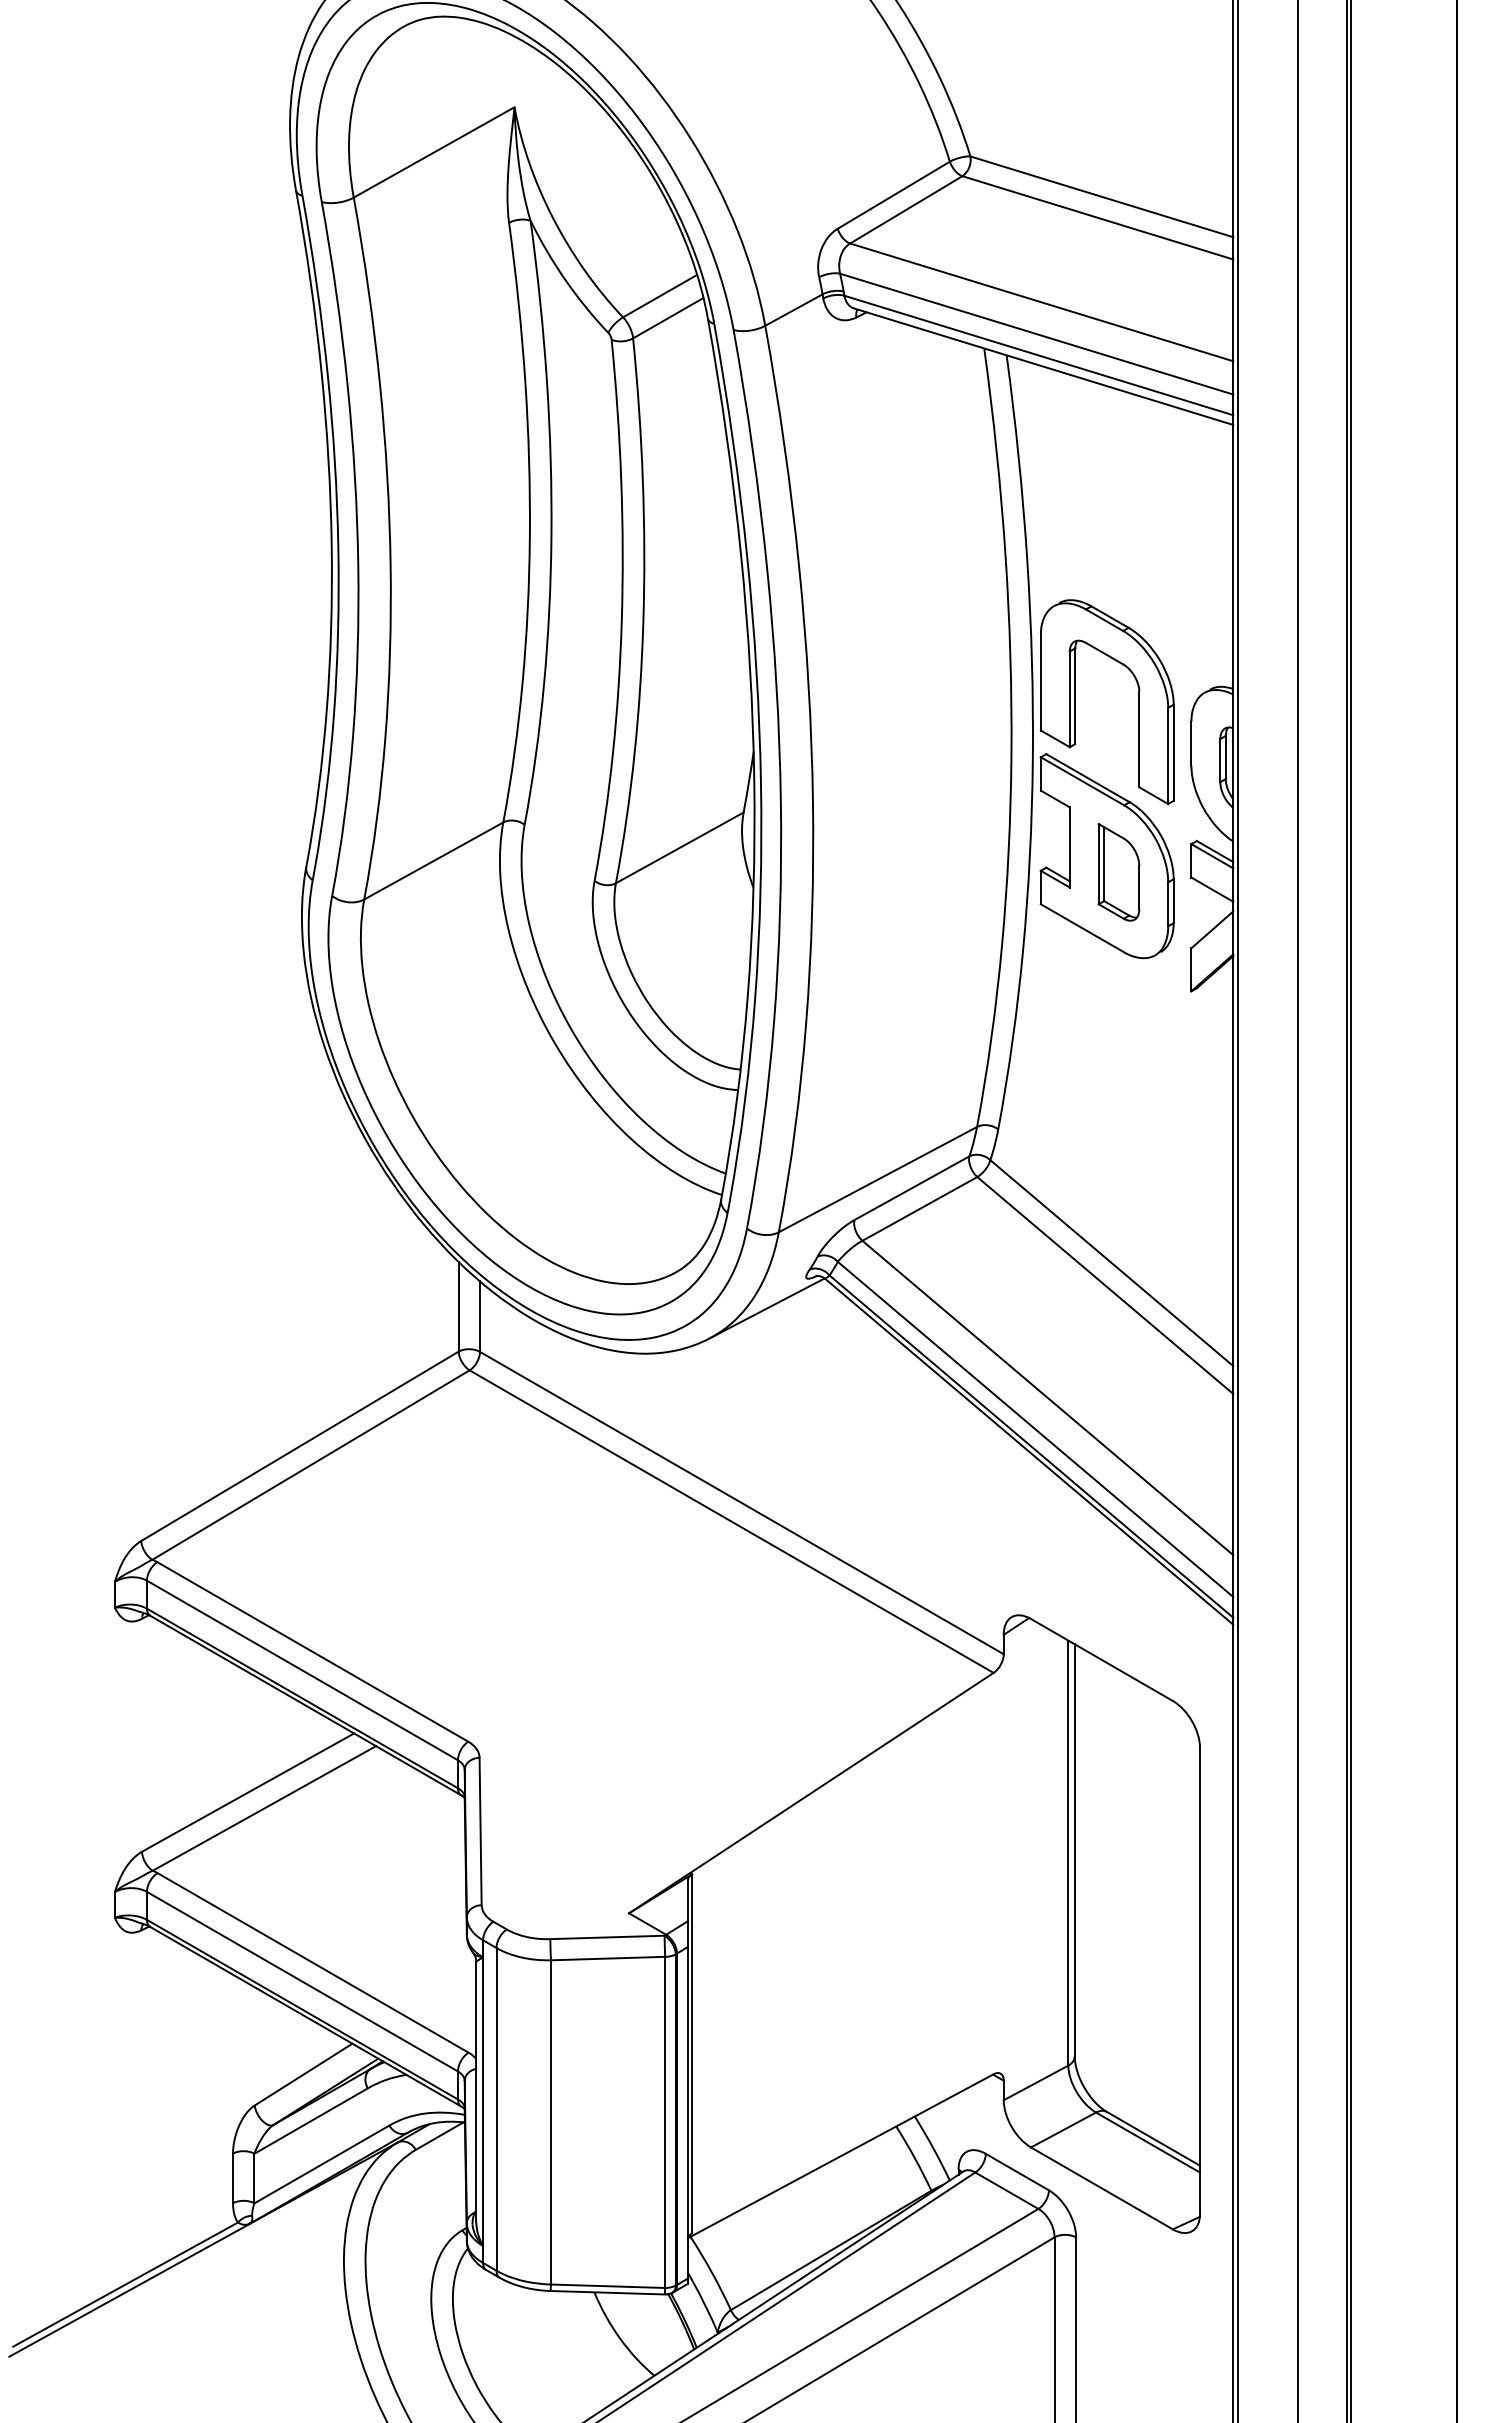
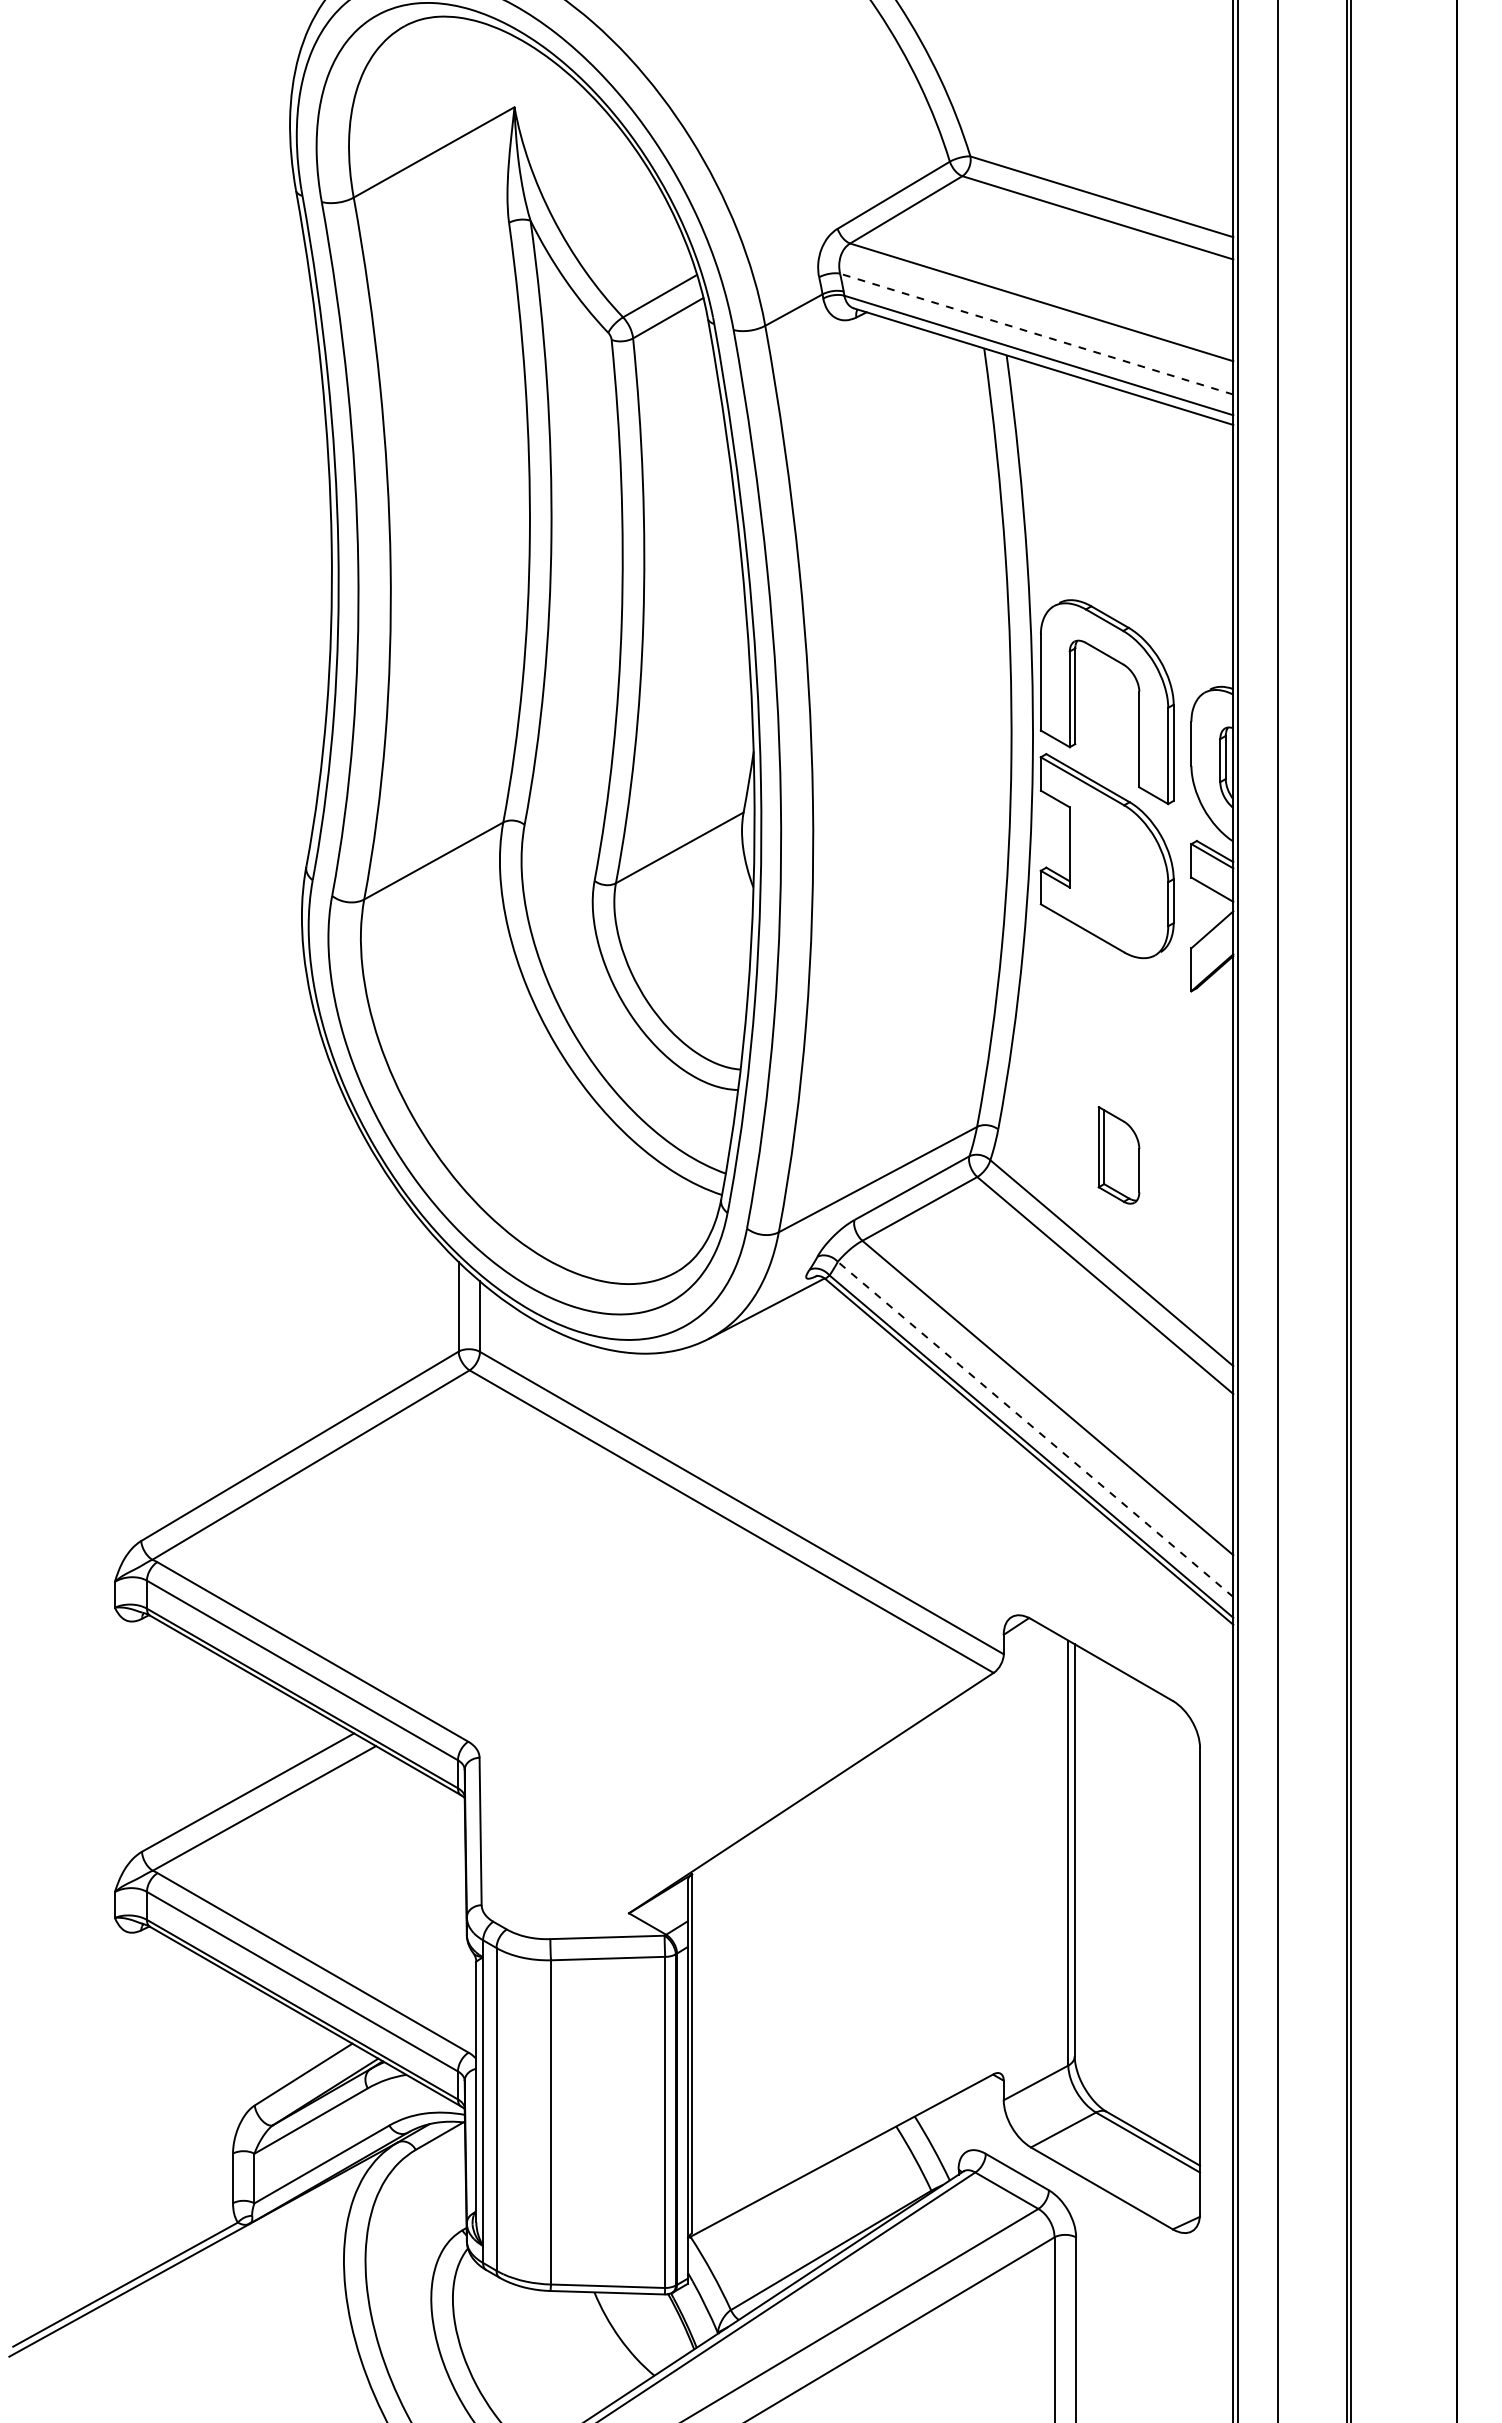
line at (1036, 334): solid -> dashed
part at (1118, 872) position: (1118, 872) -> (1118, 1155)
line at (1298, 1210) position: (1298, 1210) -> (1278, 1210)
line at (1035, 1429): solid -> dashed
